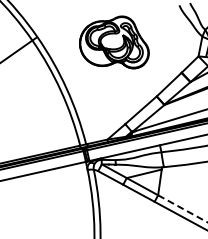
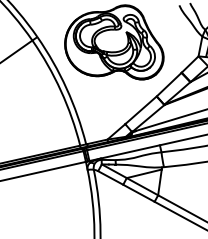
part at (114, 42) size: 71x55 px -> 101x77 px
line at (183, 209): dashed -> solid
